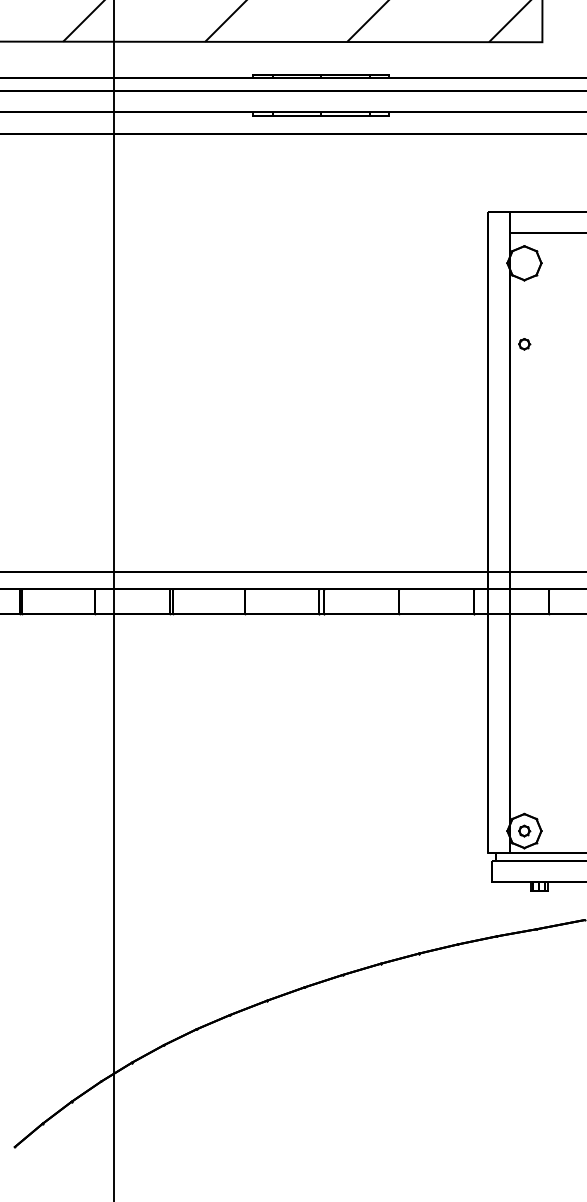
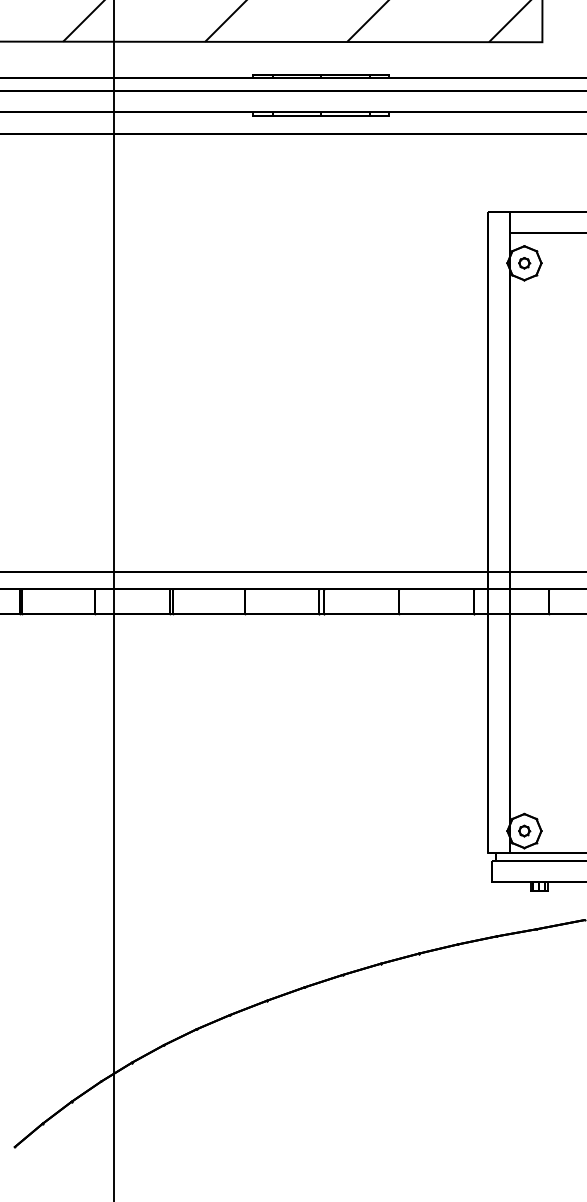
part at (524, 344) position: (524, 344) -> (524, 263)
